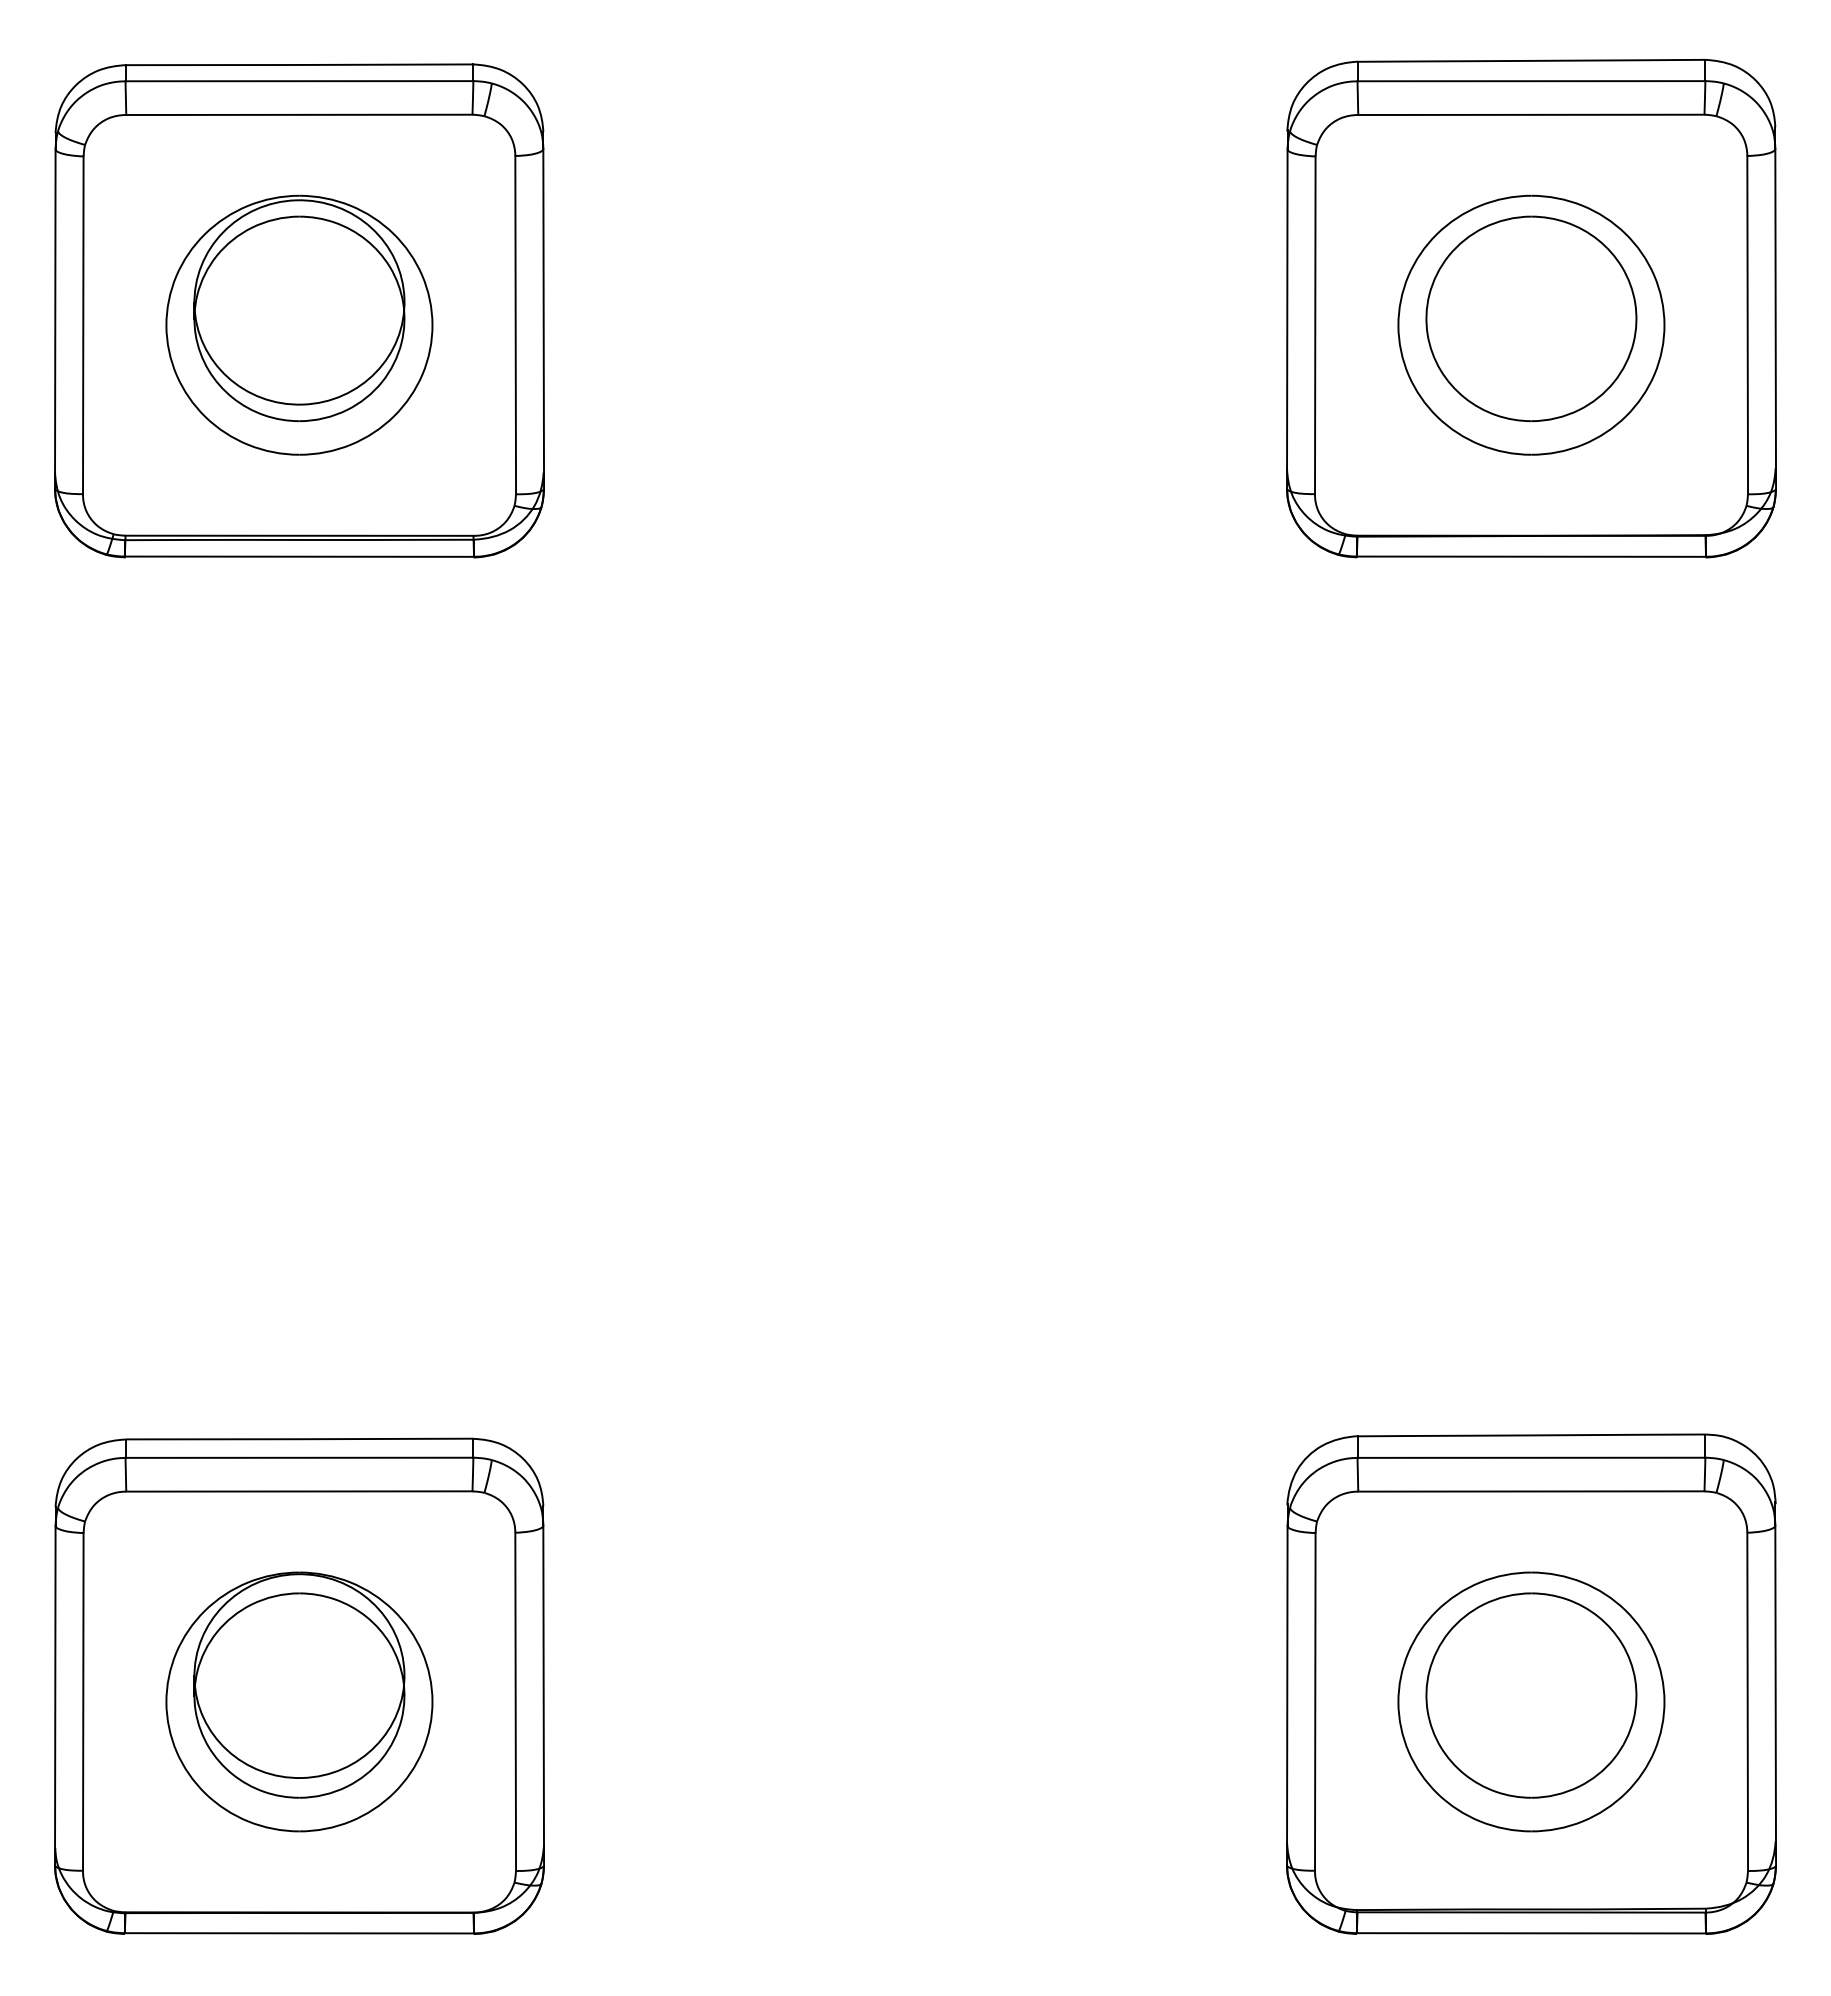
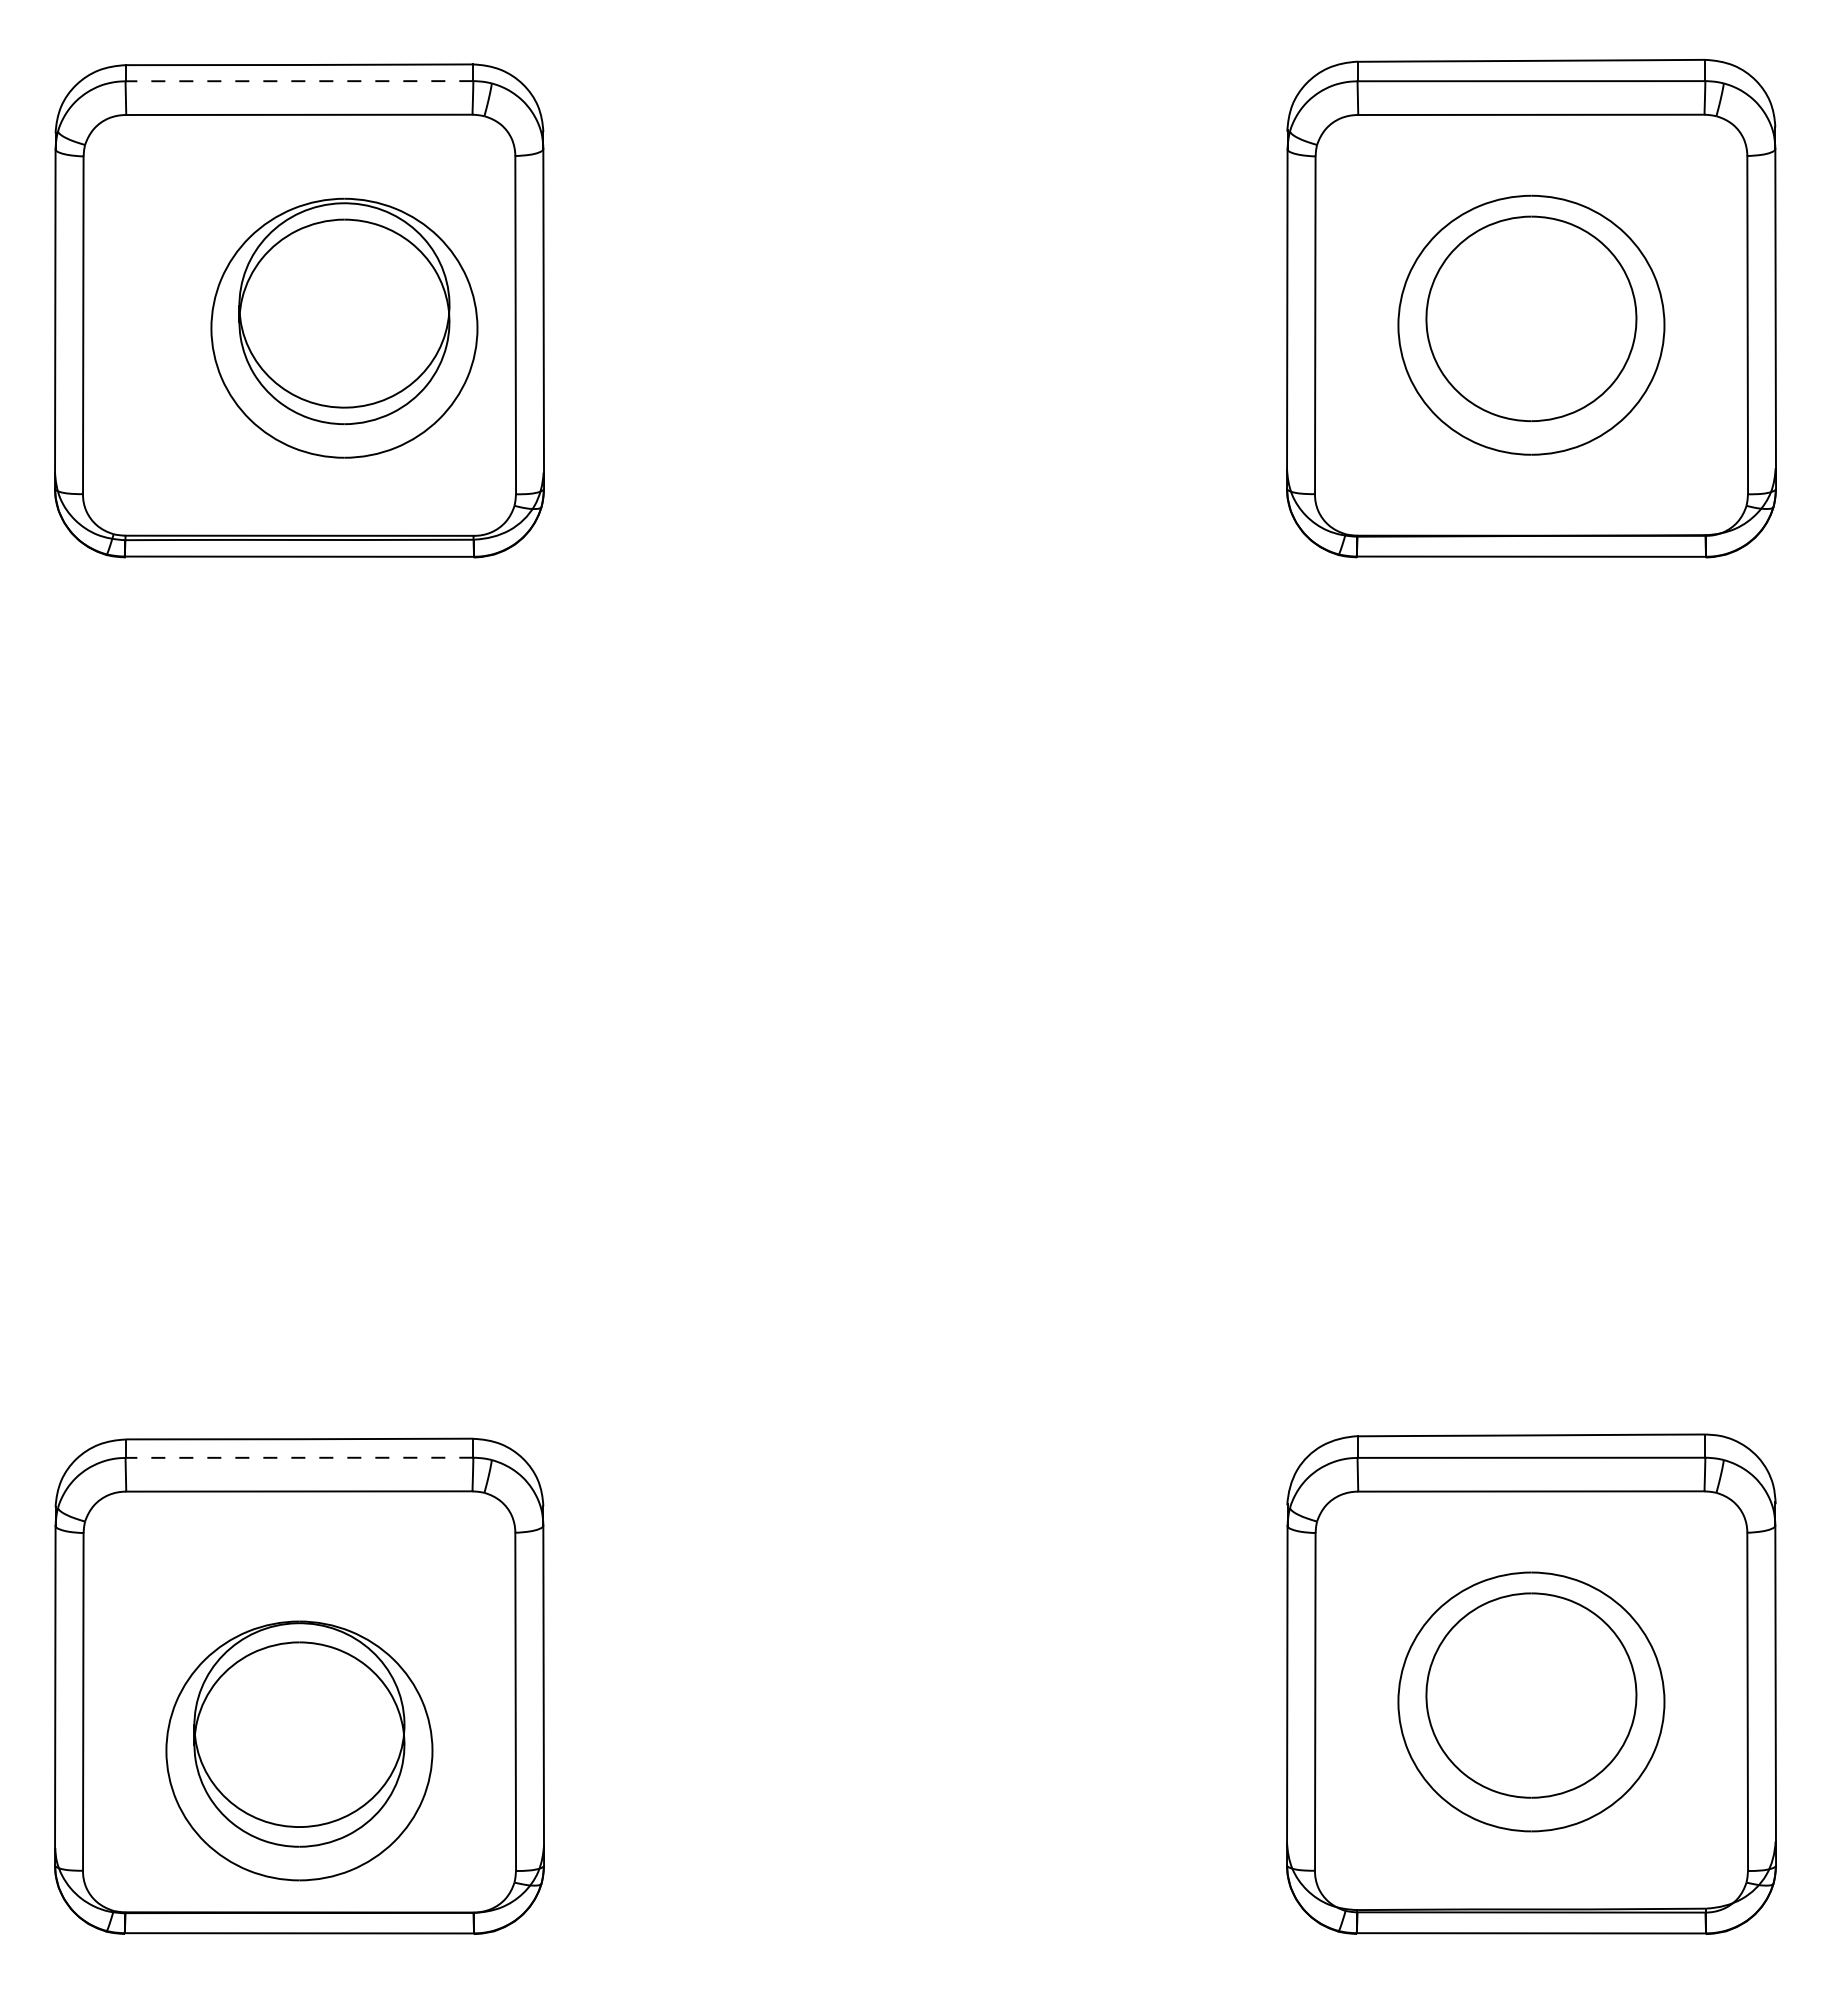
line at (299, 81): solid -> dashed
part at (299, 324) position: (299, 324) -> (344, 327)
line at (299, 1457): solid -> dashed
part at (299, 1701) position: (299, 1701) -> (299, 1750)
